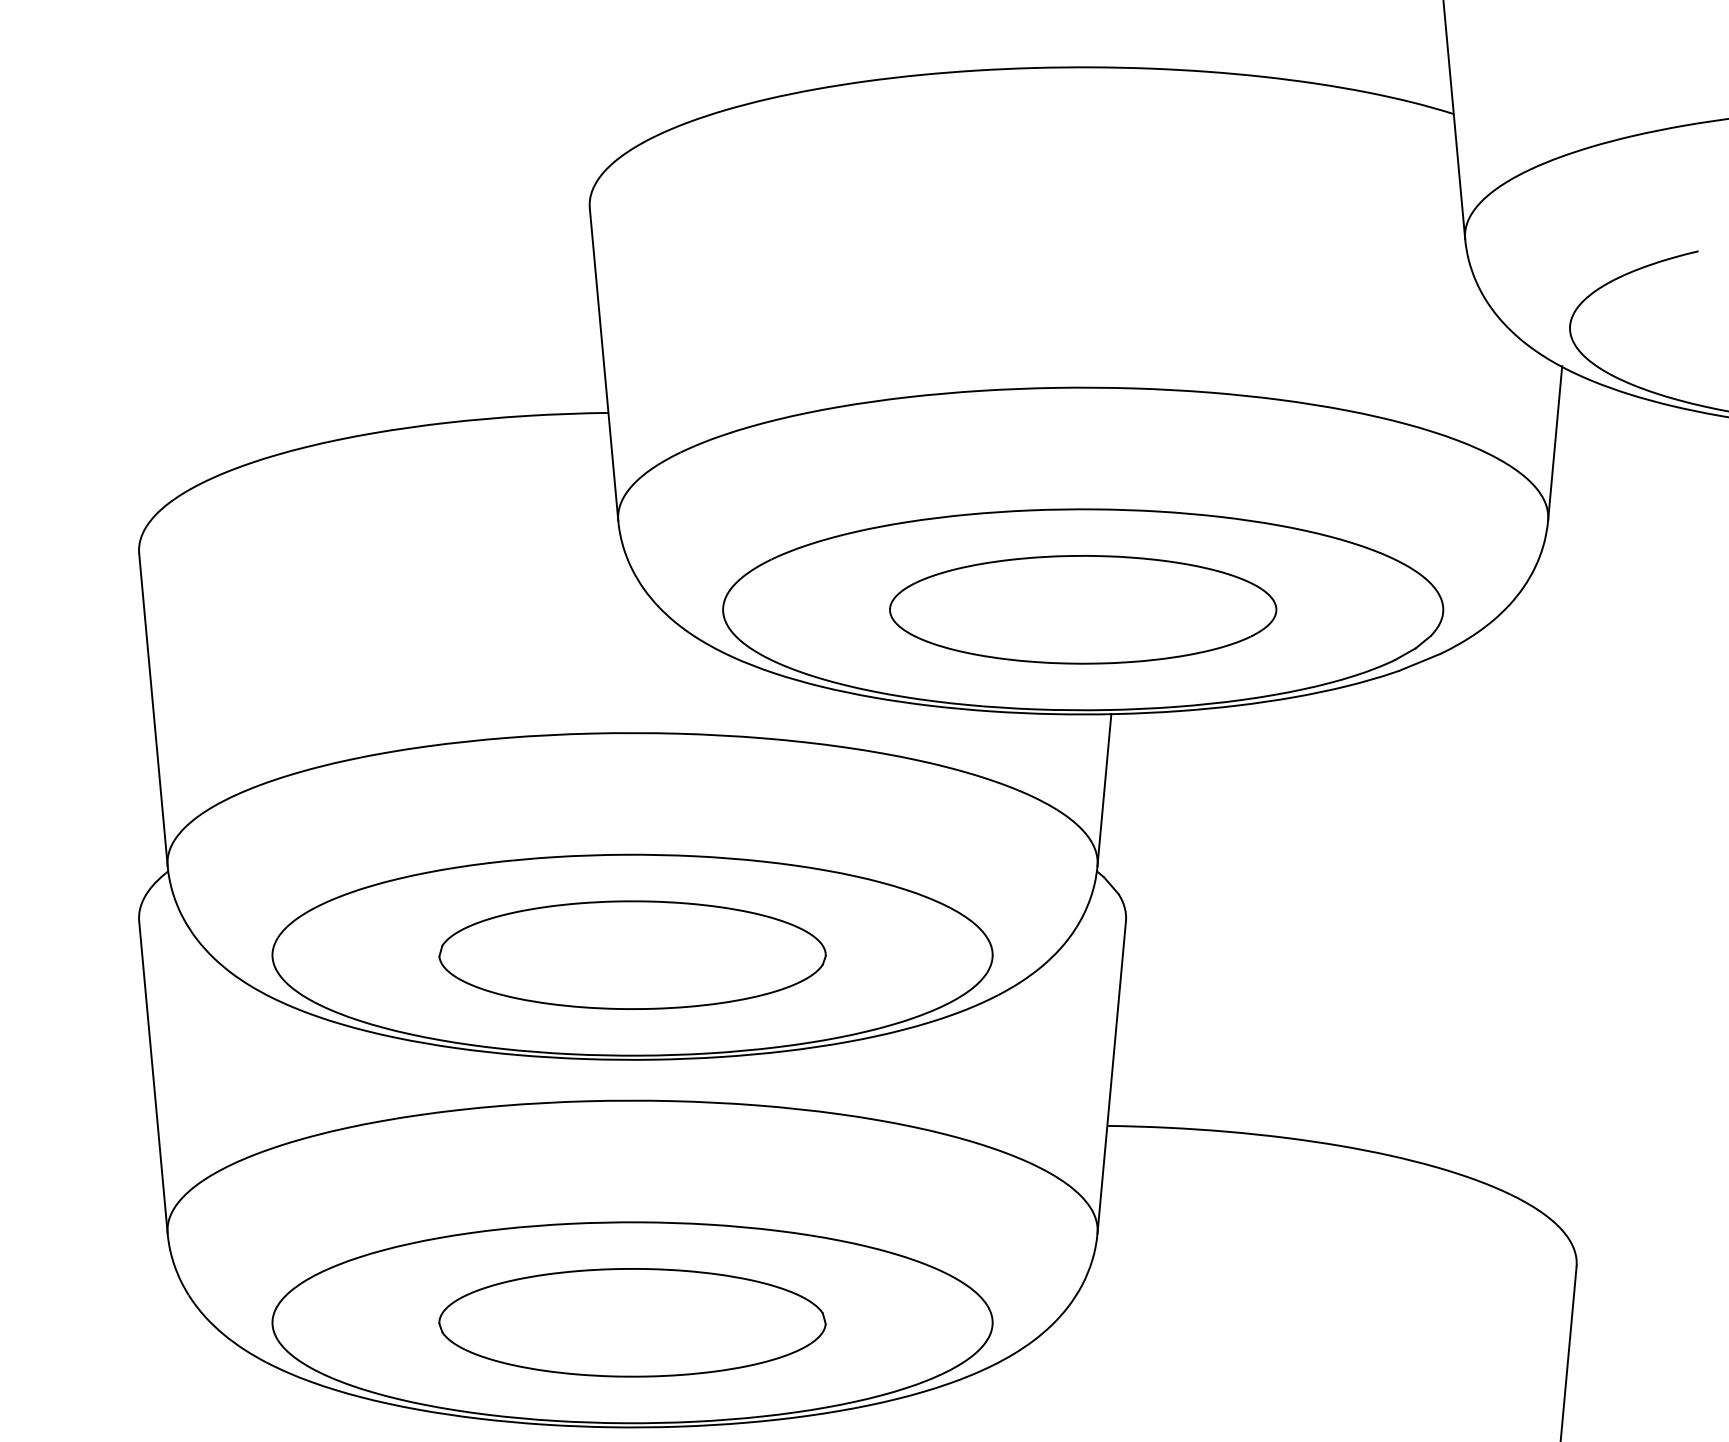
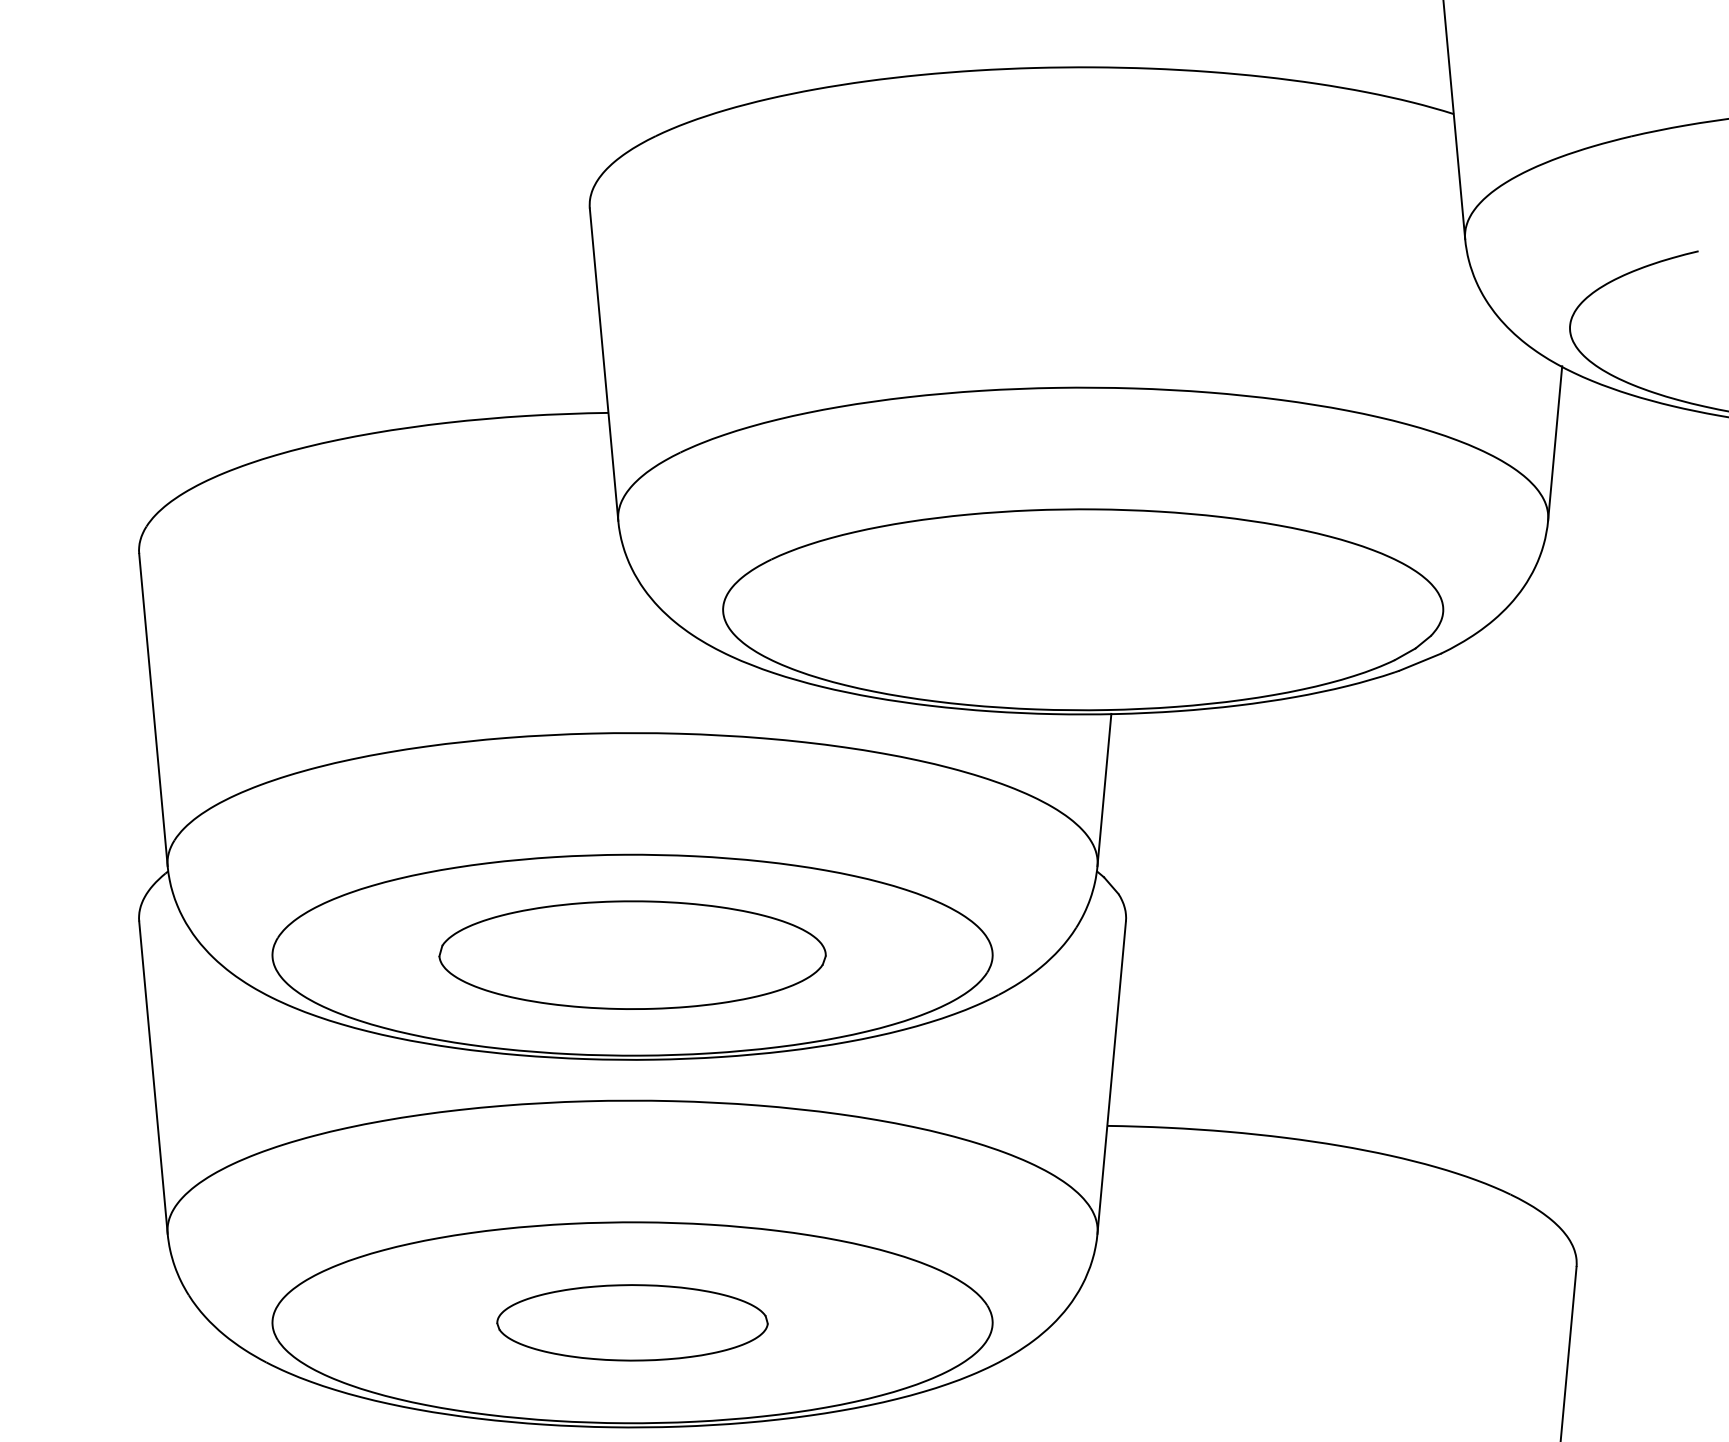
part at (1083, 609): present -> none
part at (632, 1322) size: 389x110 px -> 273x78 px
